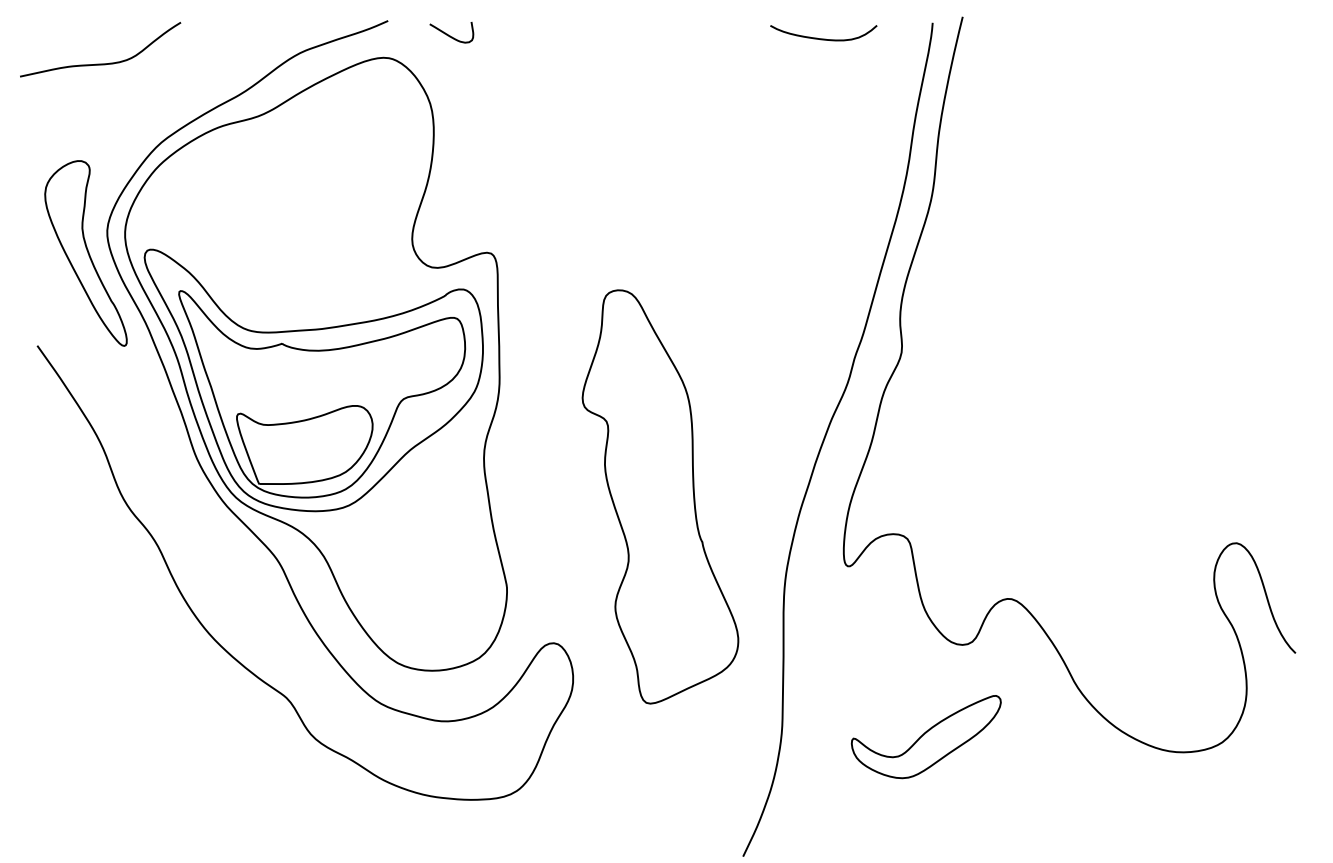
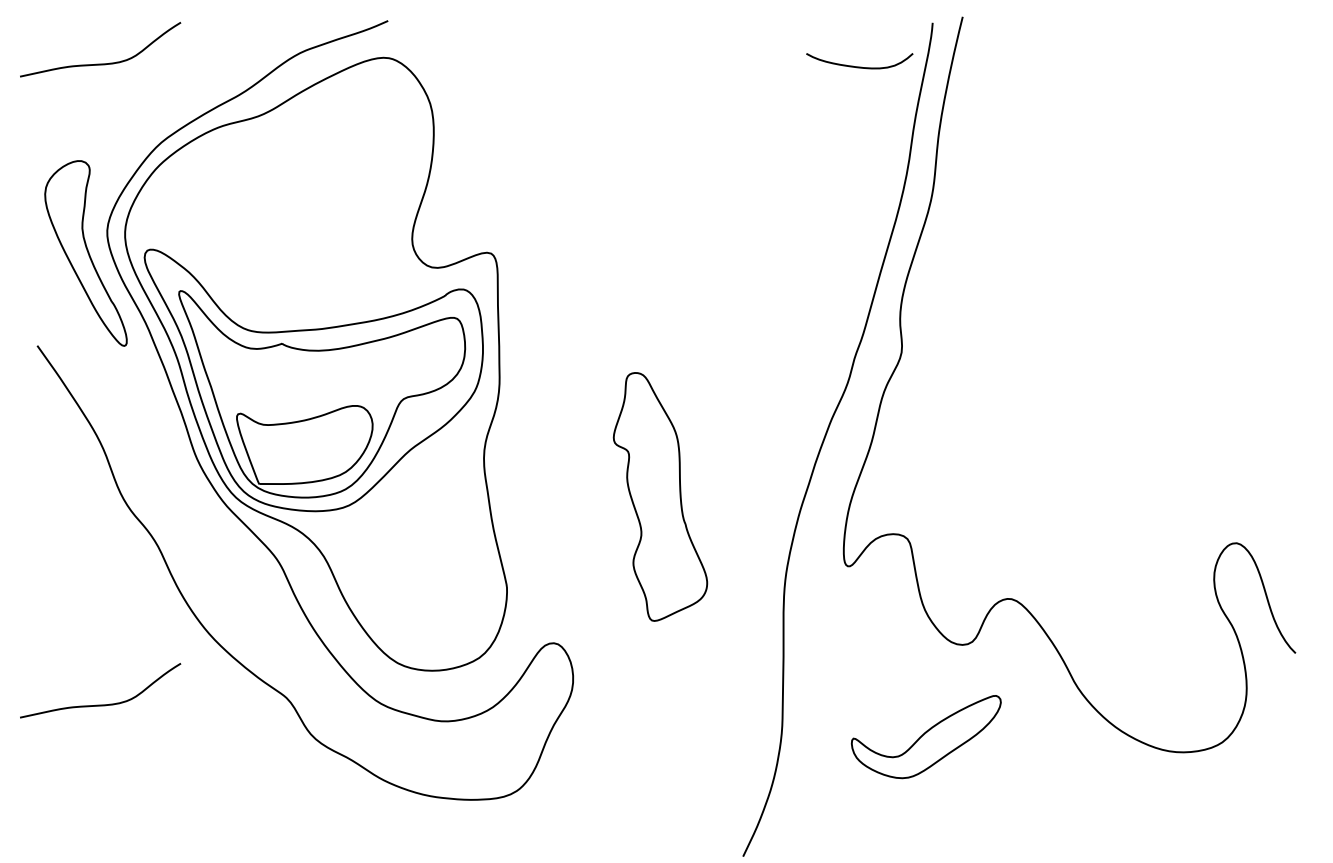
curve at (450, 35): present -> none
curve at (823, 38) position: (823, 38) -> (859, 66)
part at (660, 496) size: 159x416 px -> 97x250 px
curve at (100, 704): none -> present
